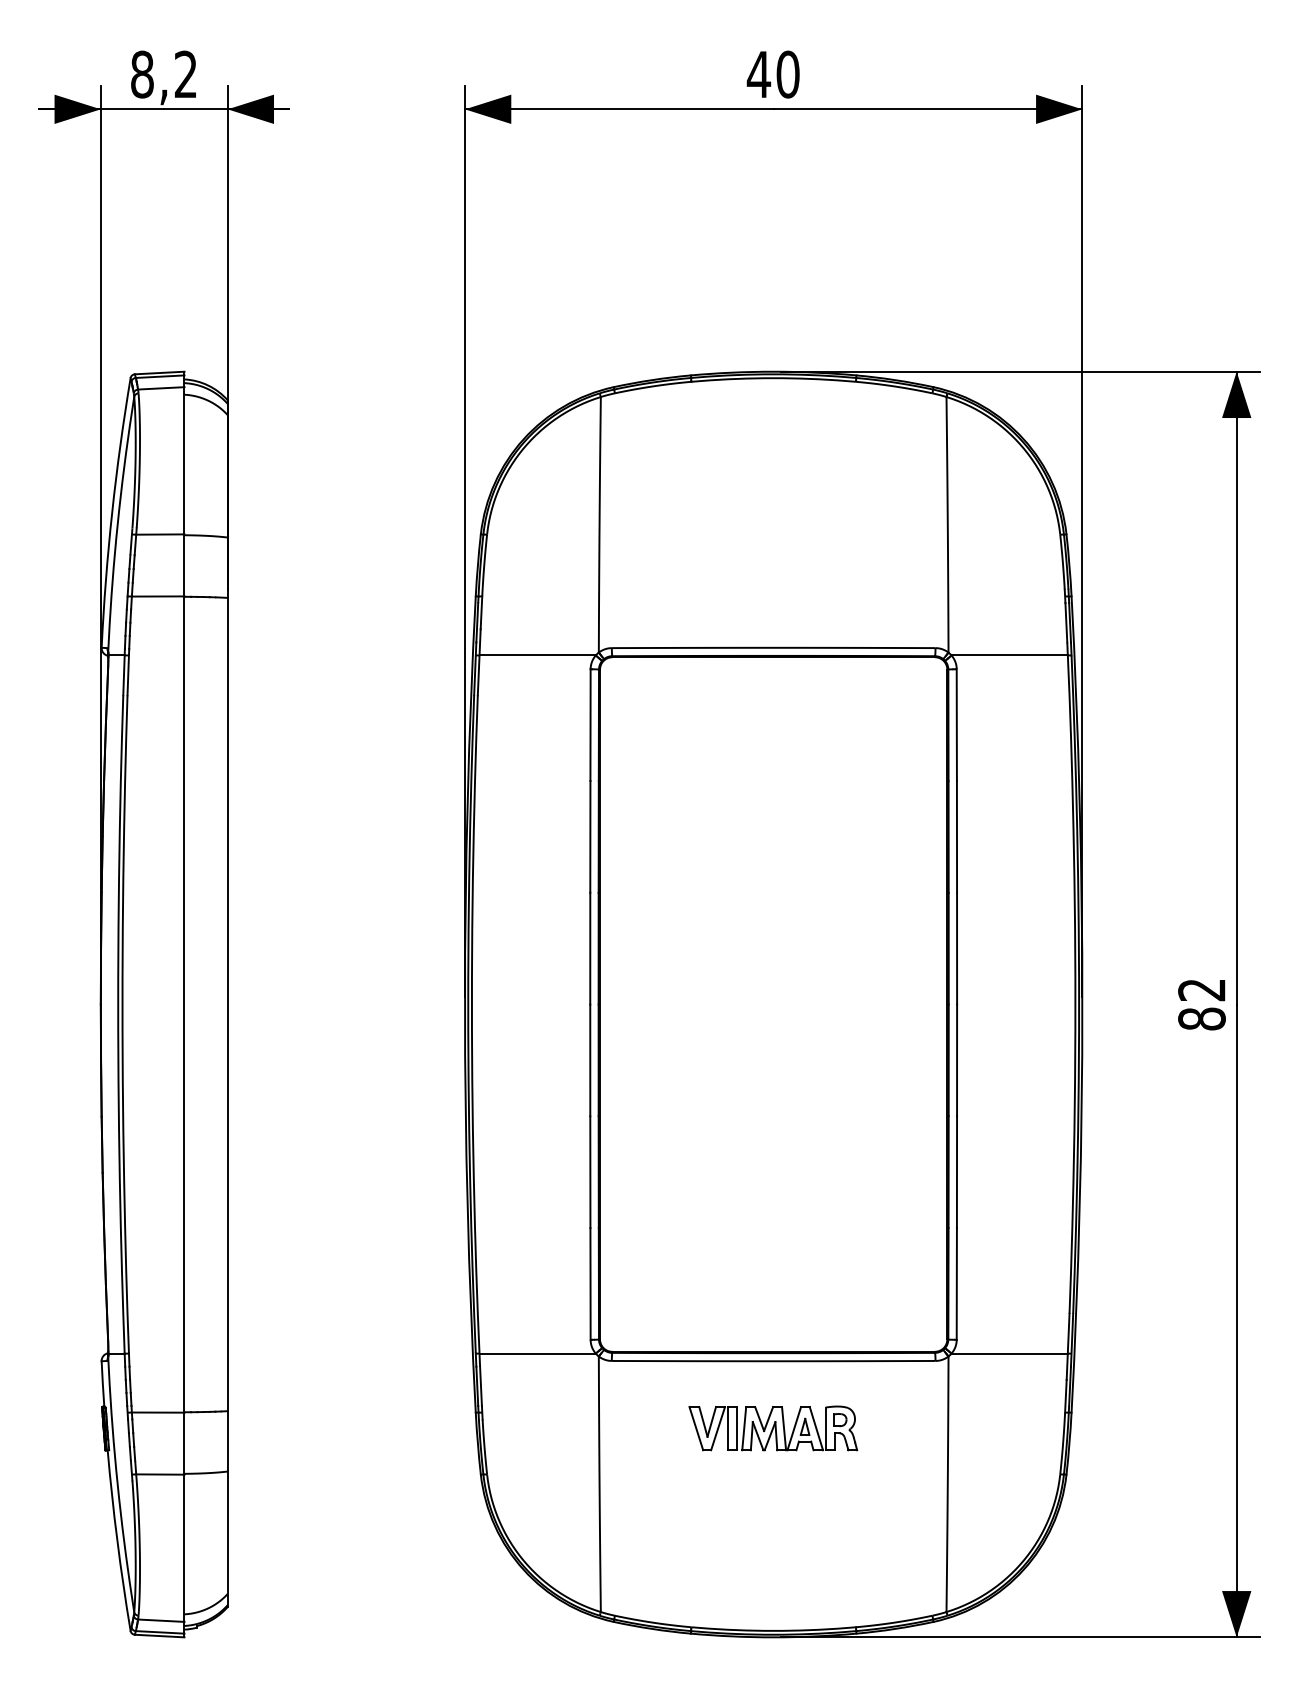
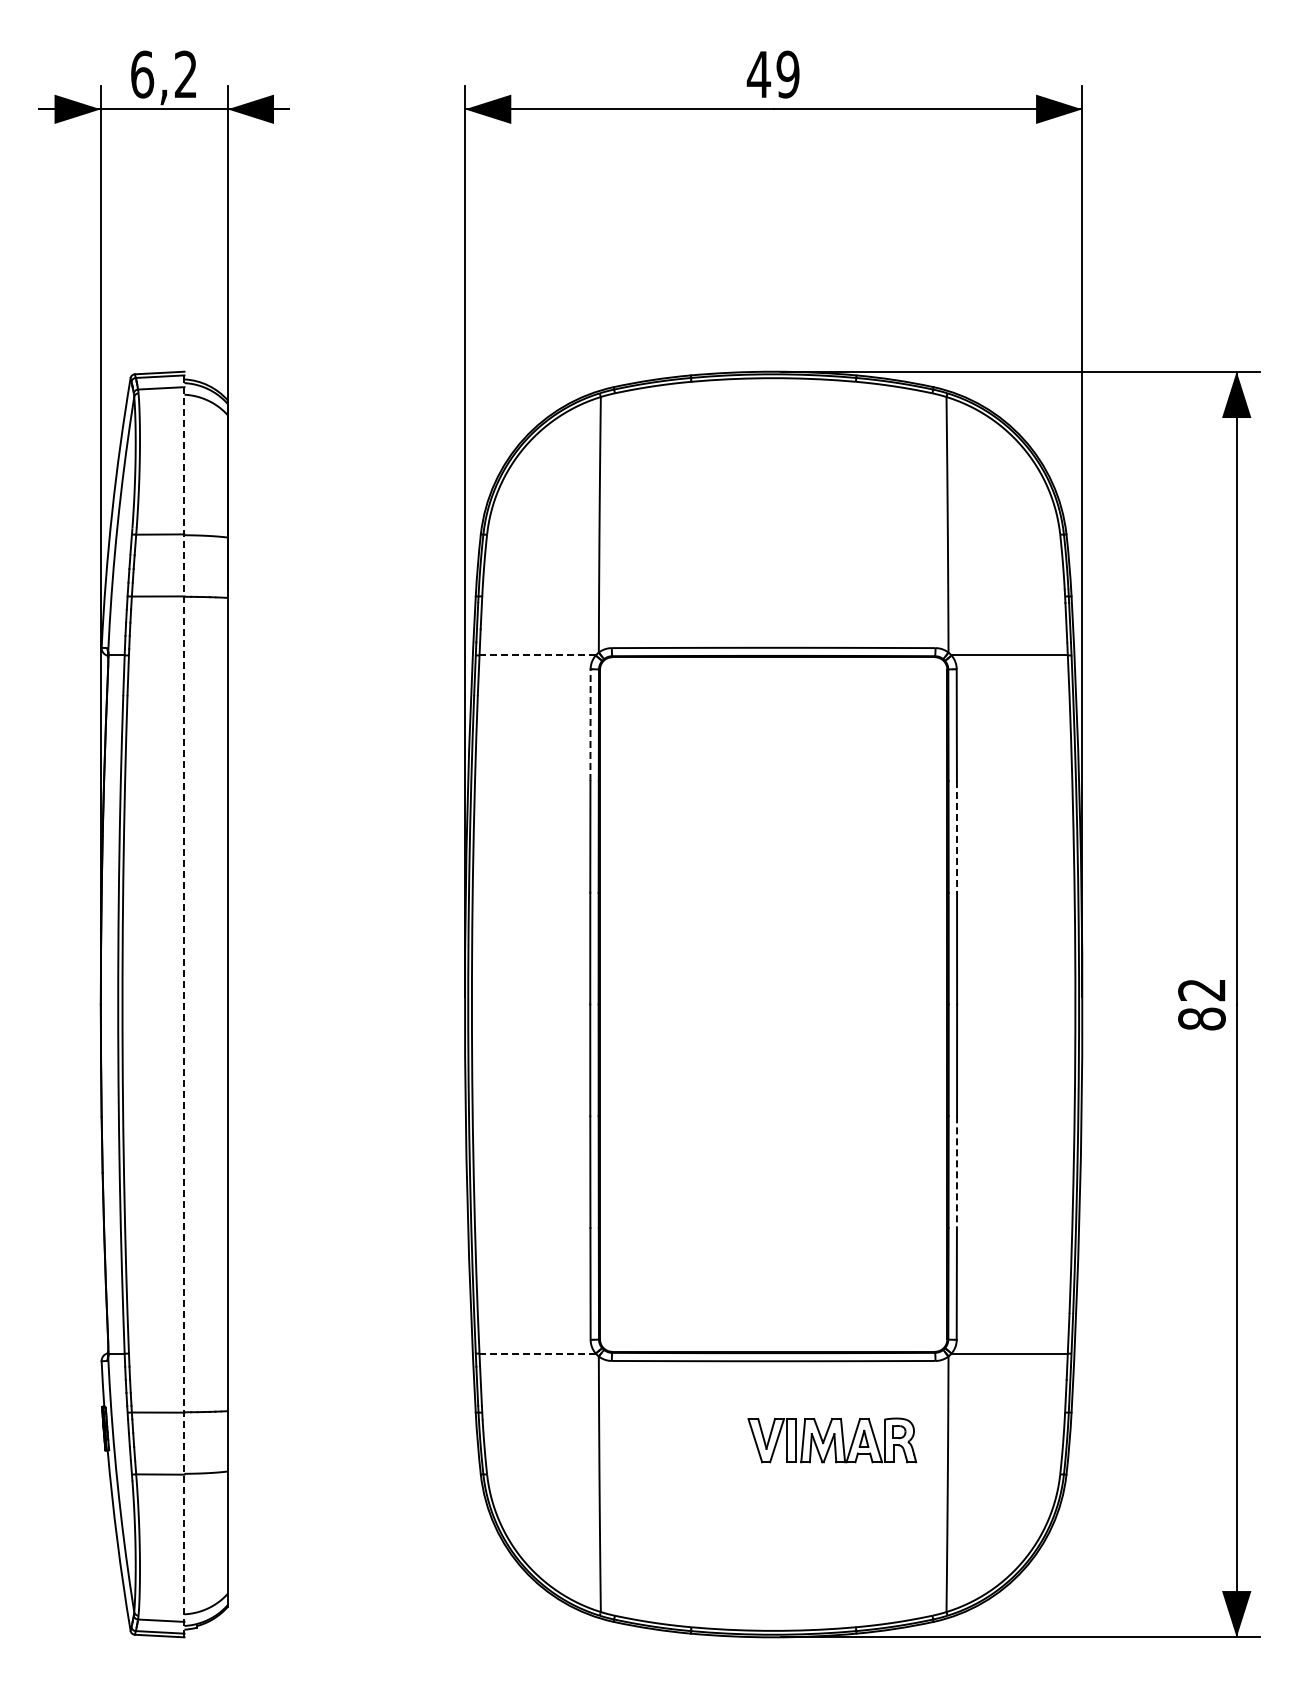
text at (142, 74): 8,2 -> 6,2
text at (787, 74): 40 -> 49
line at (537, 655): solid -> dashed
line at (590, 725): solid -> dashed
line at (956, 836): solid -> dashed
line at (184, 1004): solid -> dashed
line at (956, 1172): solid -> dashed
line at (537, 1353): solid -> dashed
part at (773, 1428) position: (773, 1428) -> (832, 1440)
